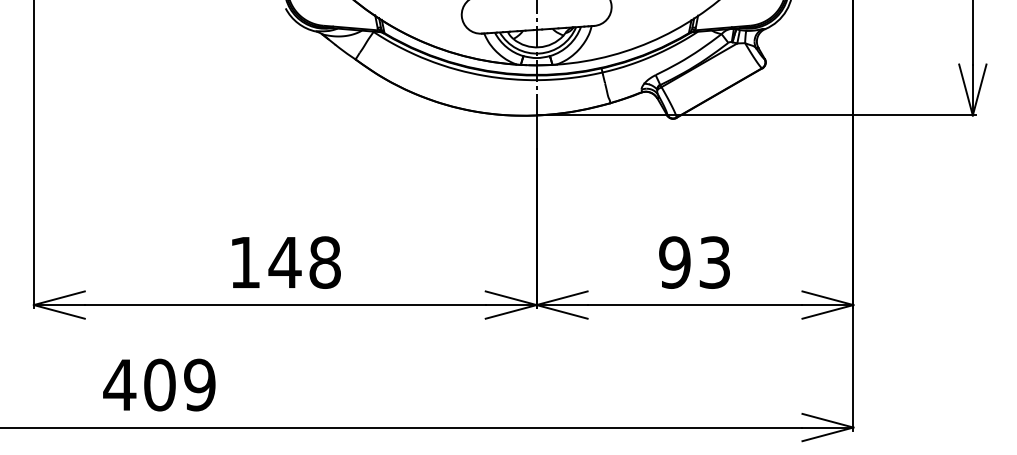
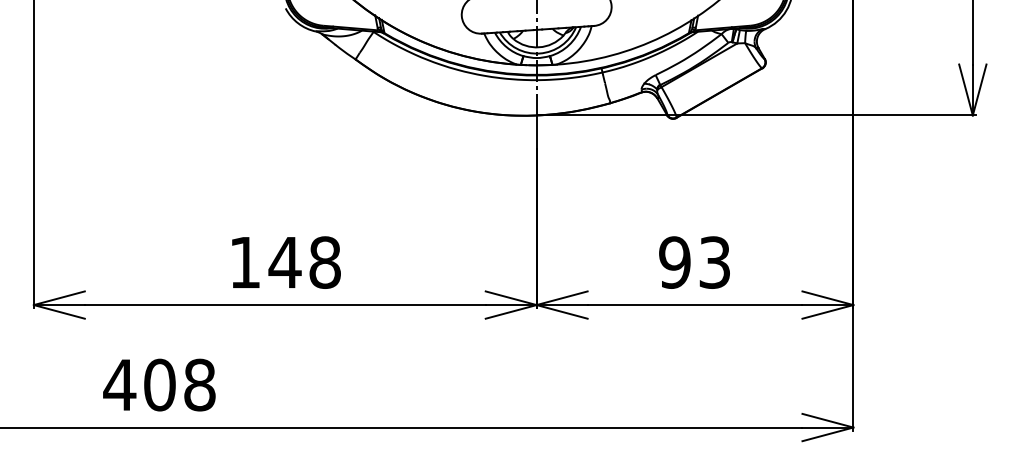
text at (199, 384): 409 -> 408
